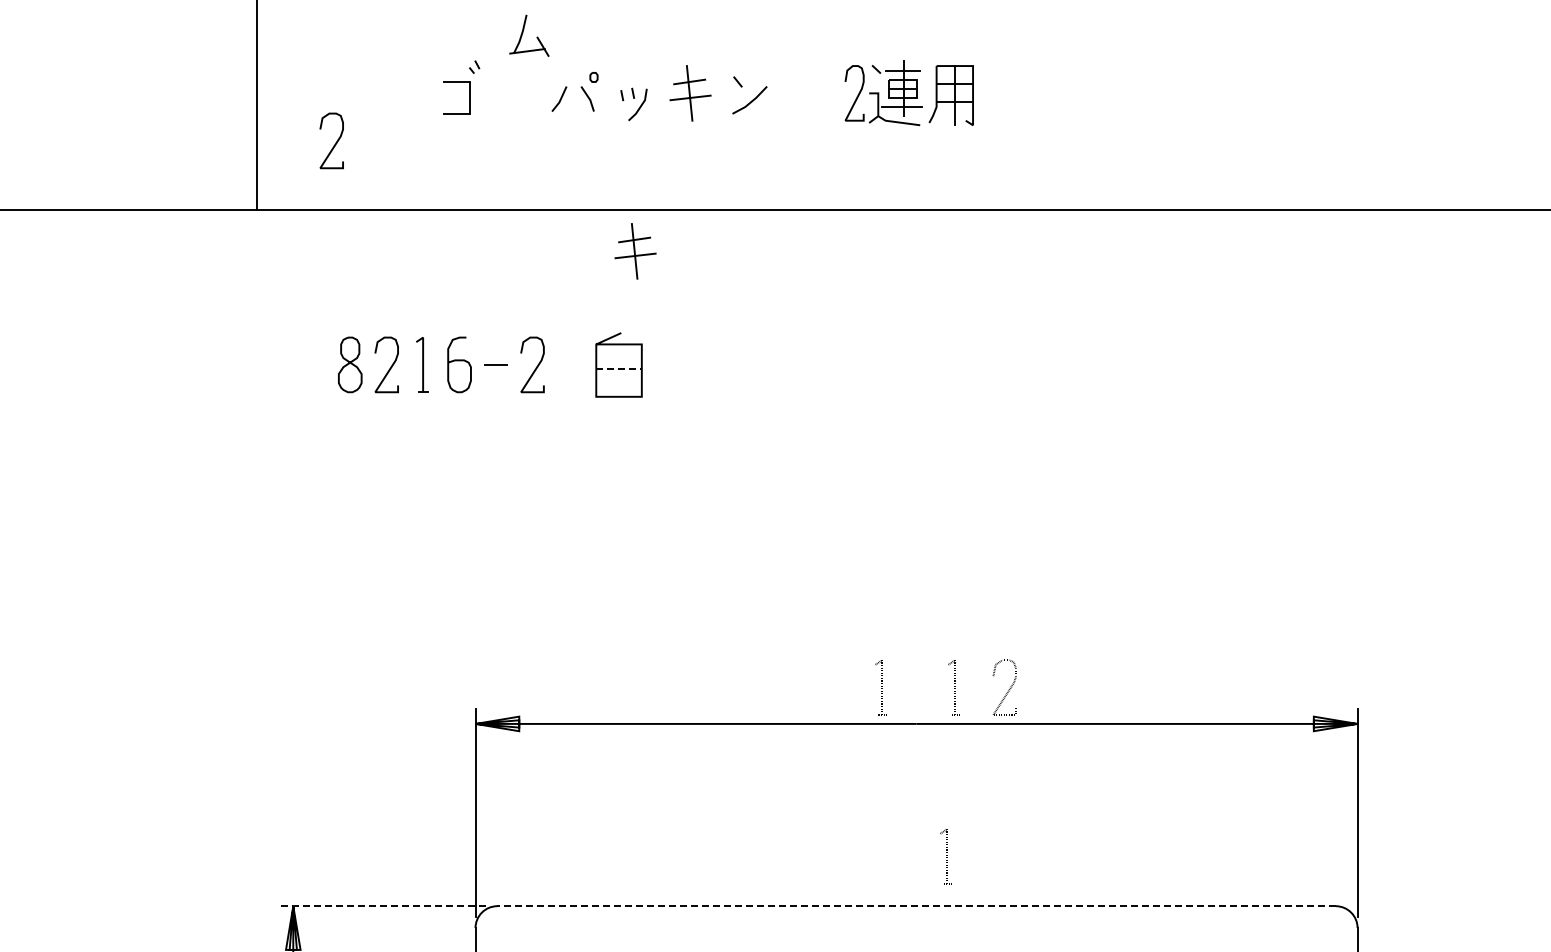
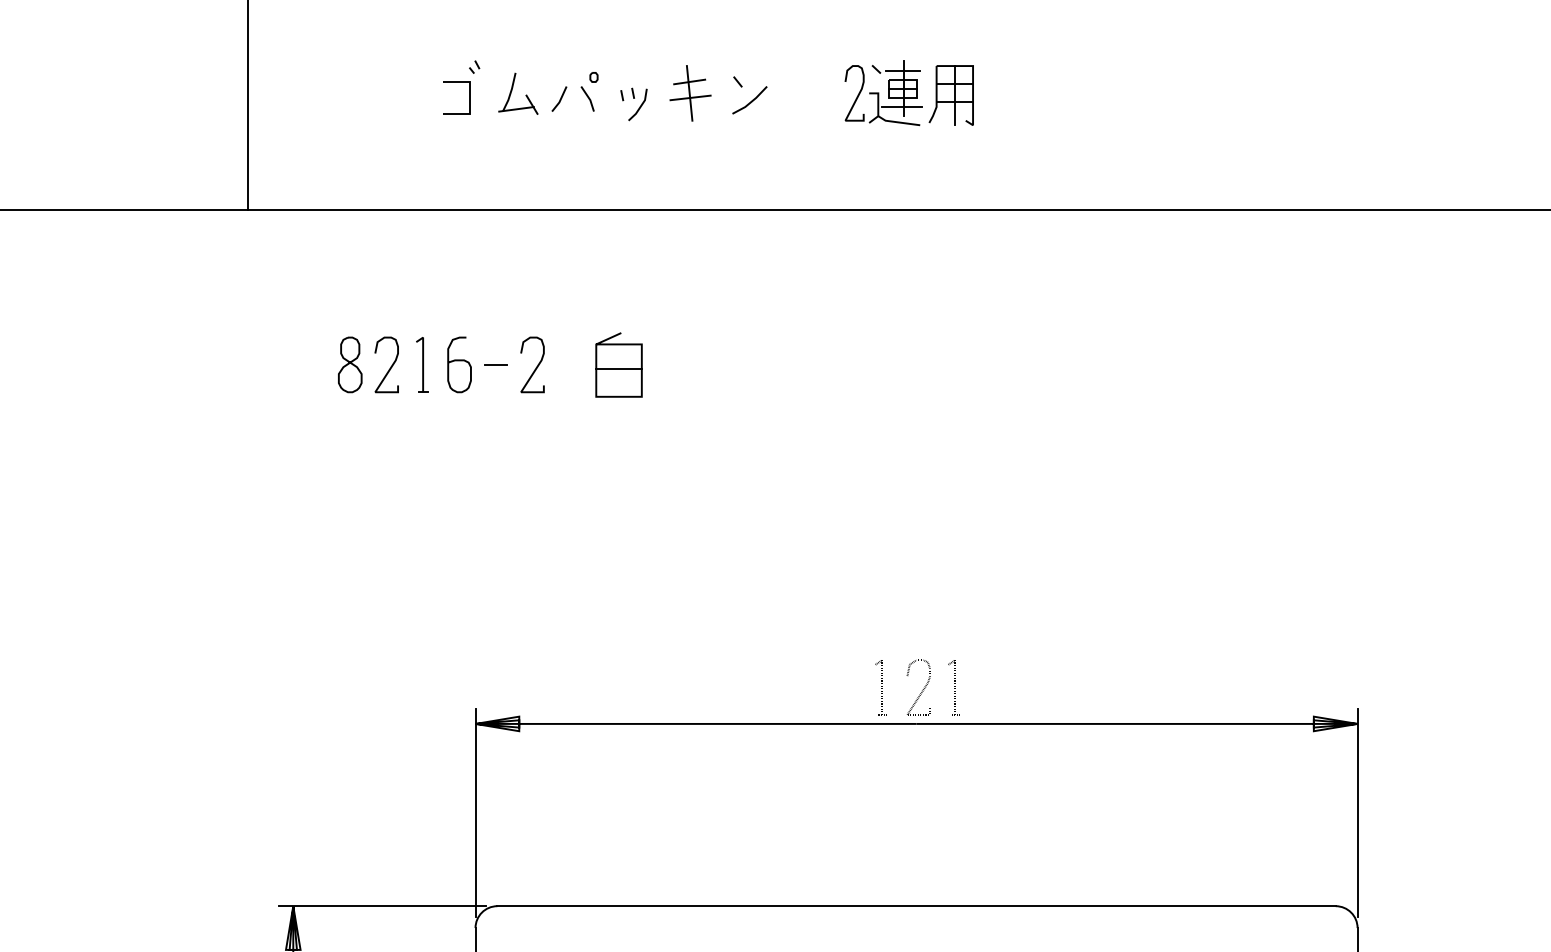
part at (523, 33) position: (523, 33) -> (512, 91)
line at (256, 106) position: (256, 106) -> (247, 106)
curve at (335, 142): present -> none
part at (635, 251): present -> none
line at (619, 369): dashed -> solid
curve at (1008, 689) position: (1008, 689) -> (922, 689)
part at (945, 856): present -> none
line at (382, 906): dashed -> solid
line at (916, 906): dashed -> solid
